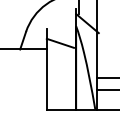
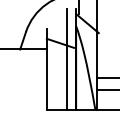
line at (67, 59): none -> present
